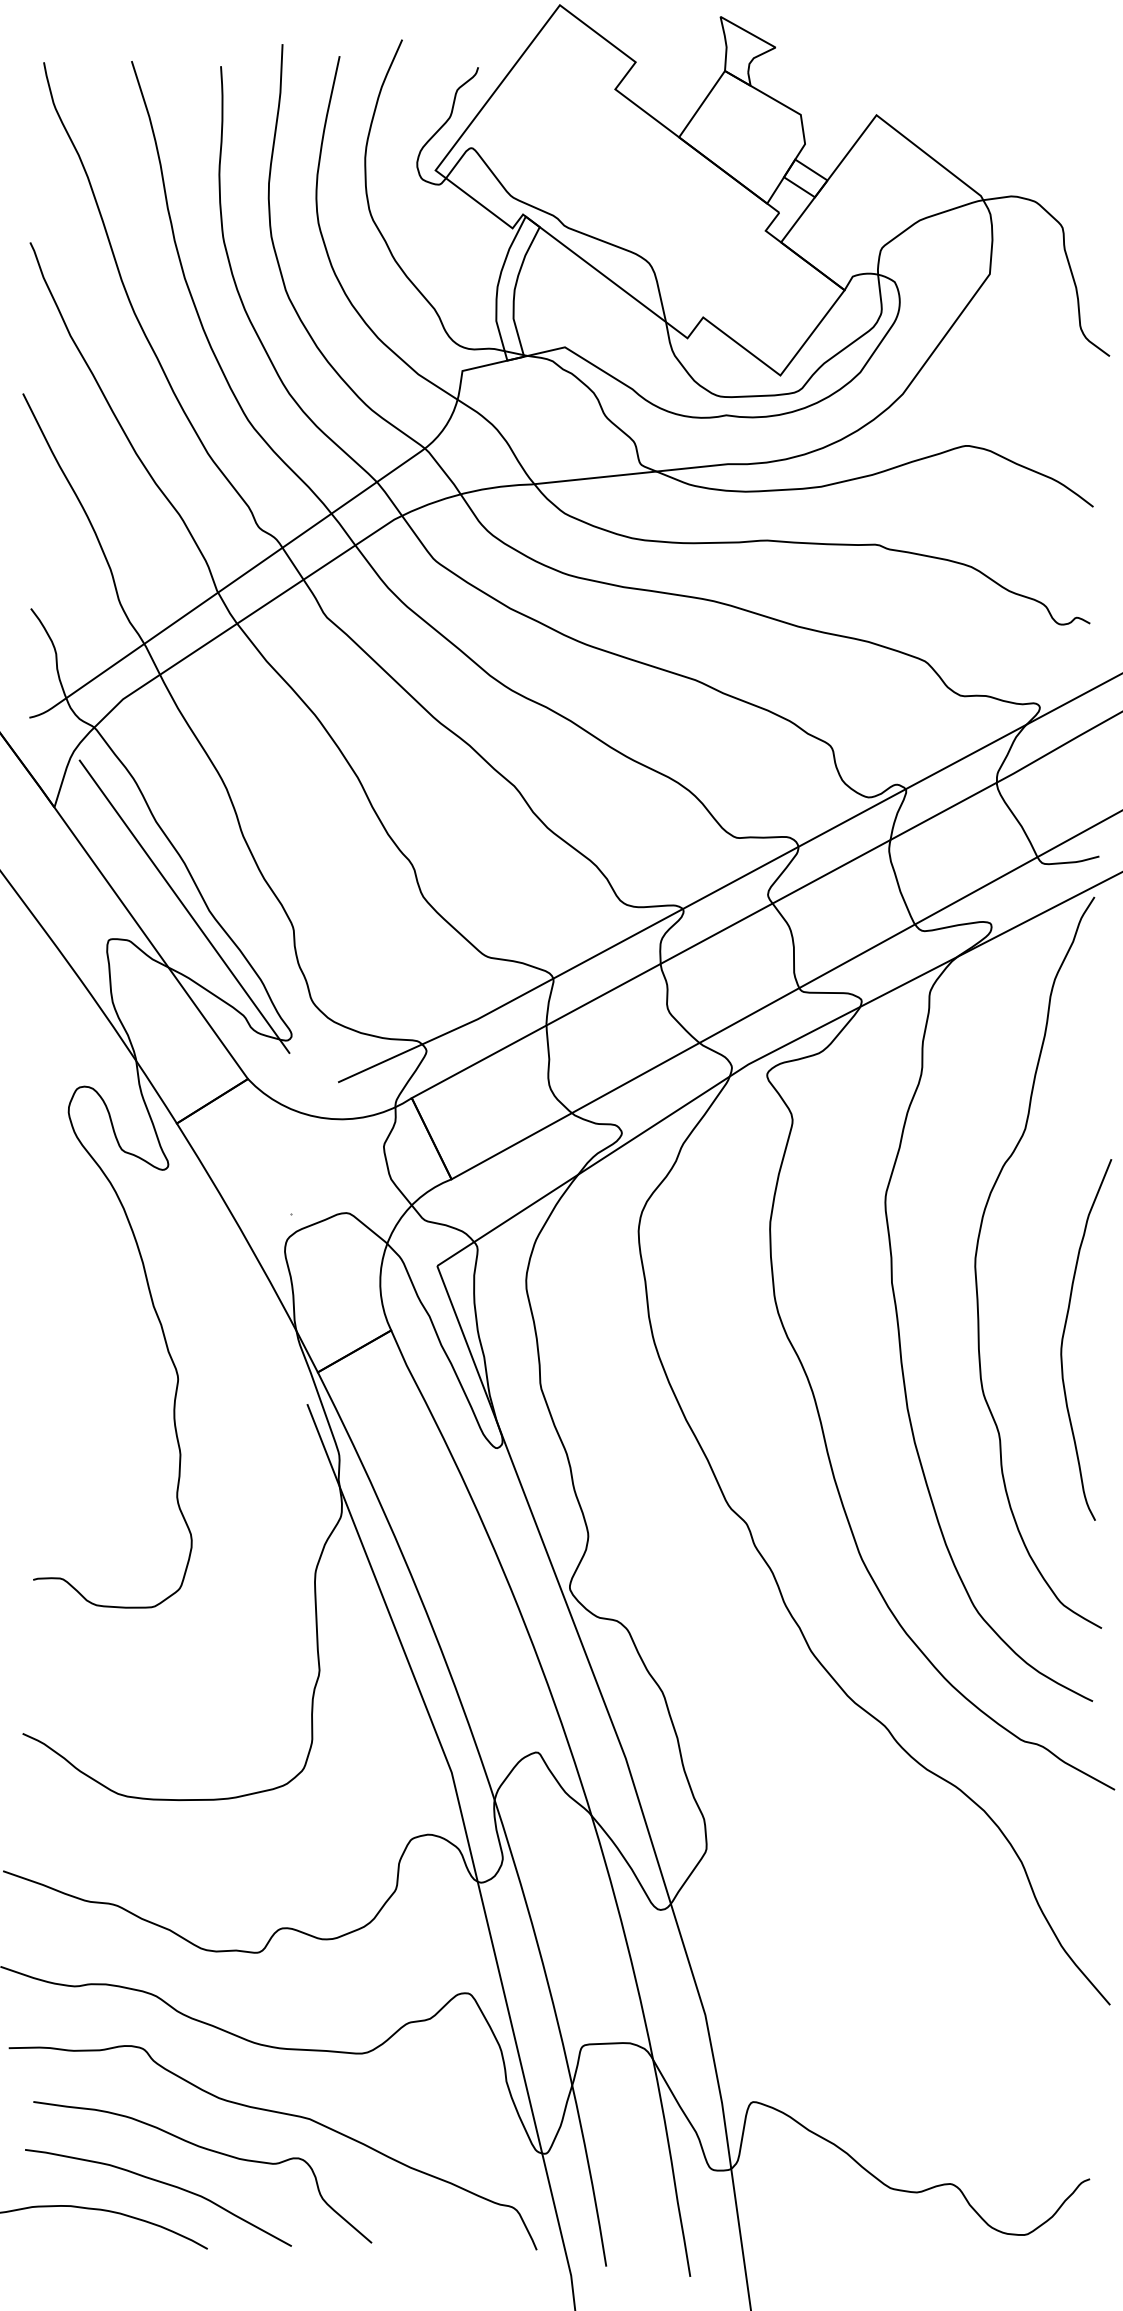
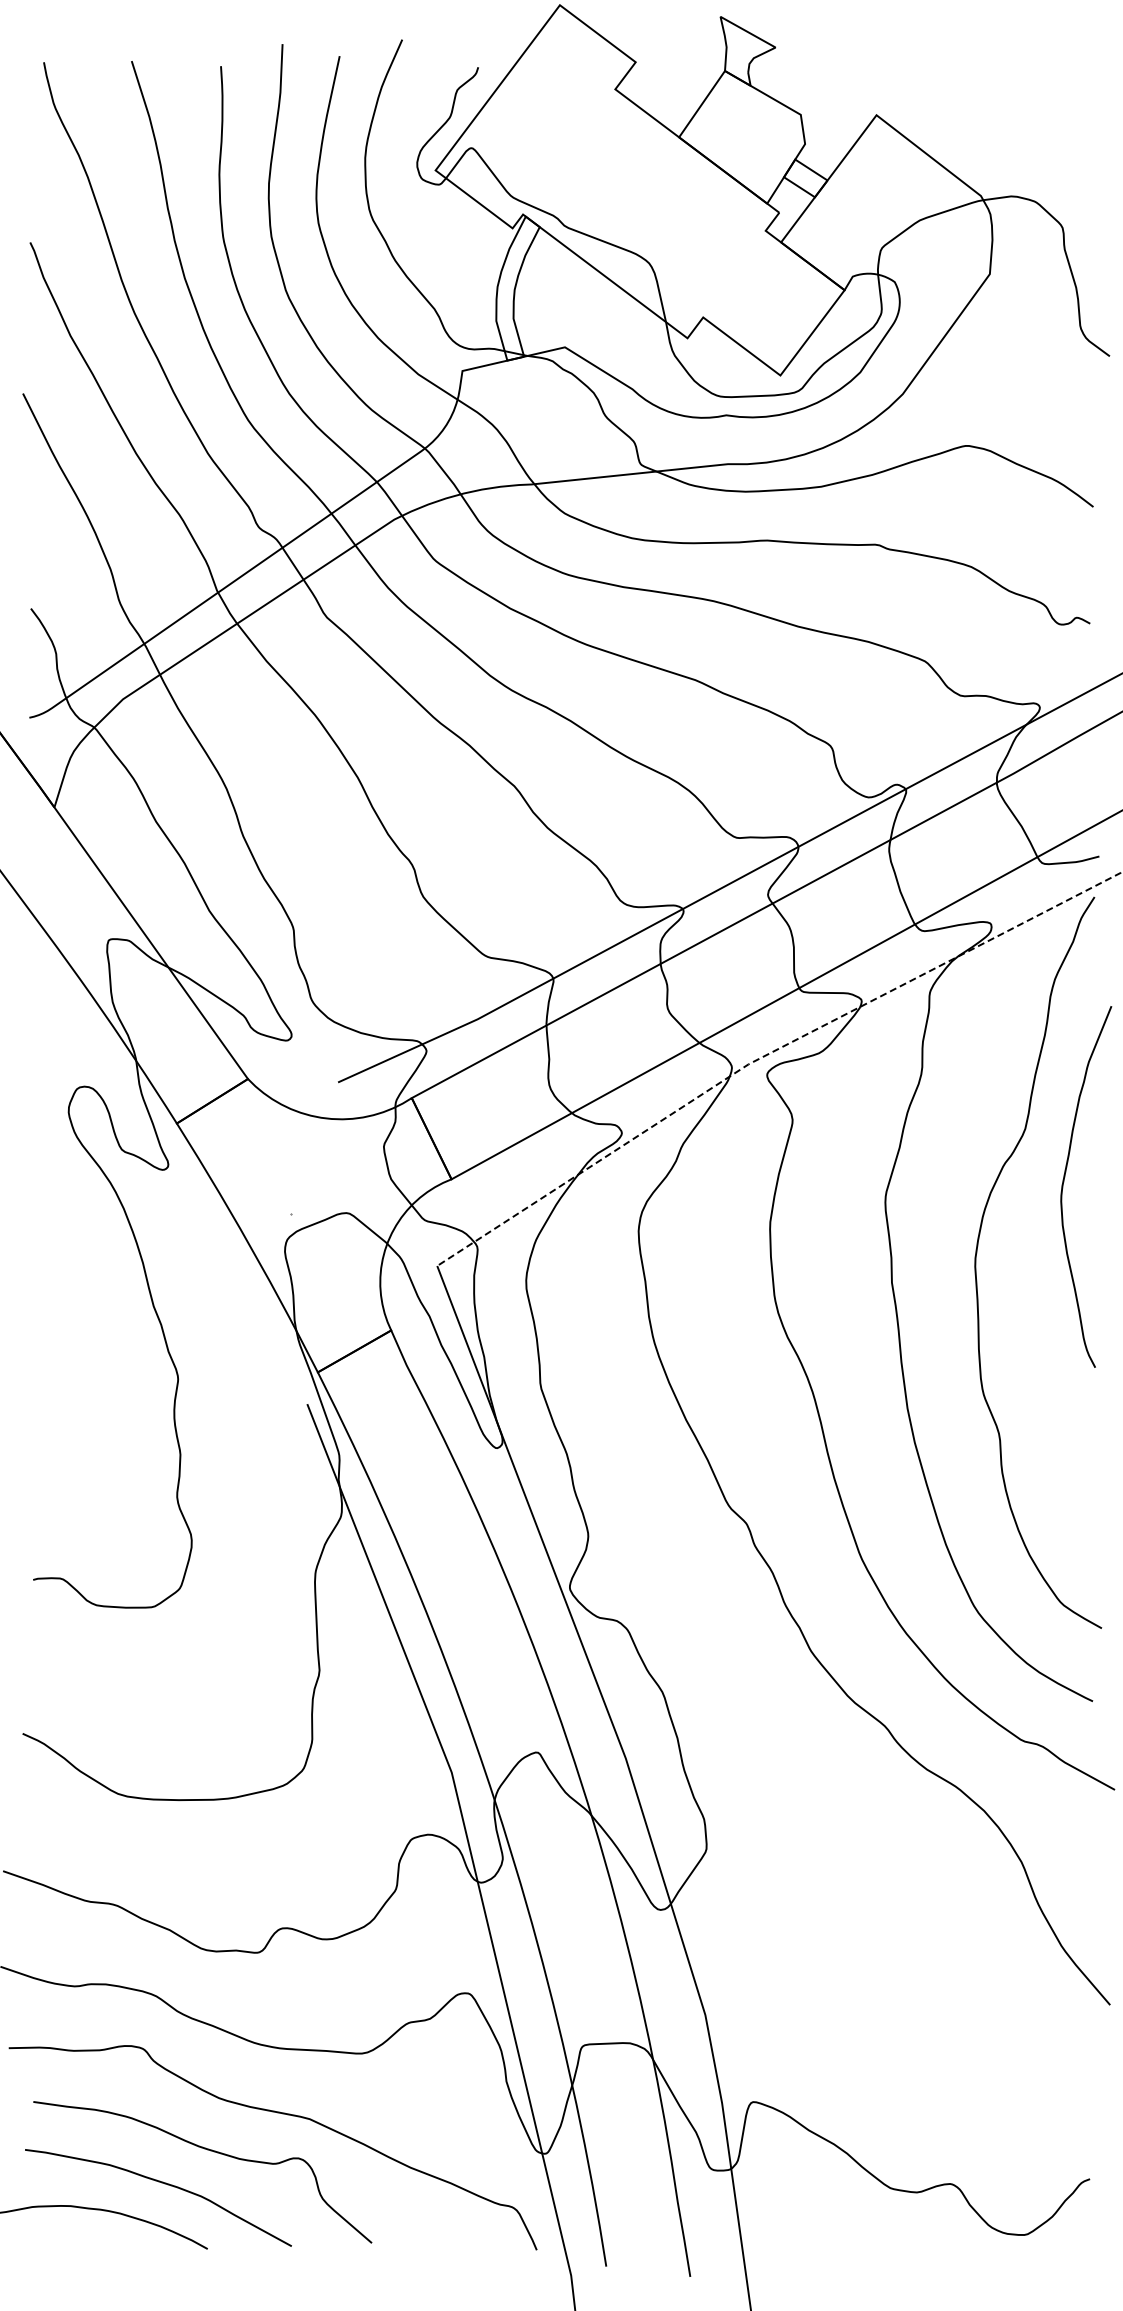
line at (184, 906): present -> none
line at (770, 1052): solid -> dashed
curve at (1064, 1335) position: (1064, 1335) -> (1064, 1182)
